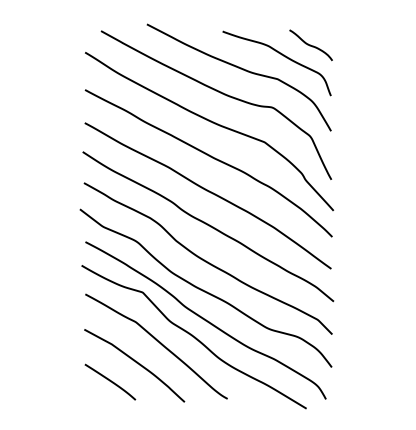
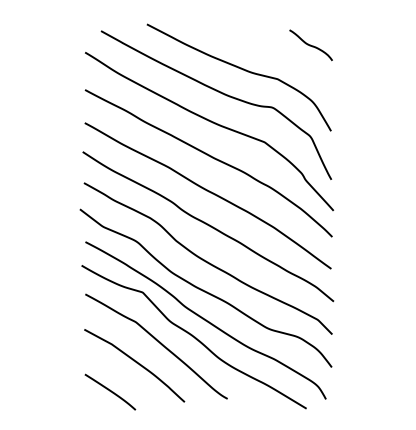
curve at (281, 55): present -> none
curve at (110, 381) position: (110, 381) -> (110, 391)
